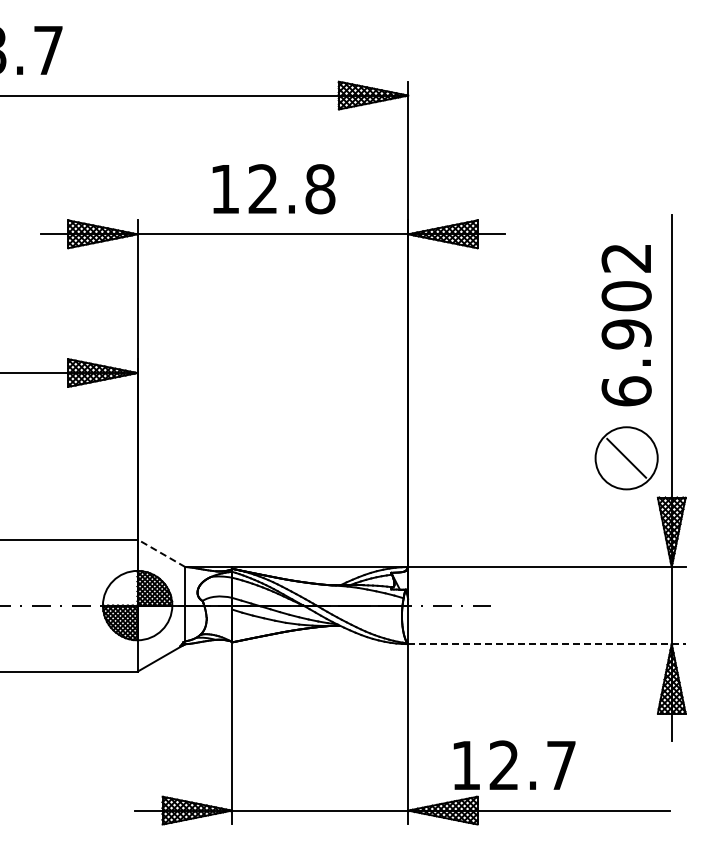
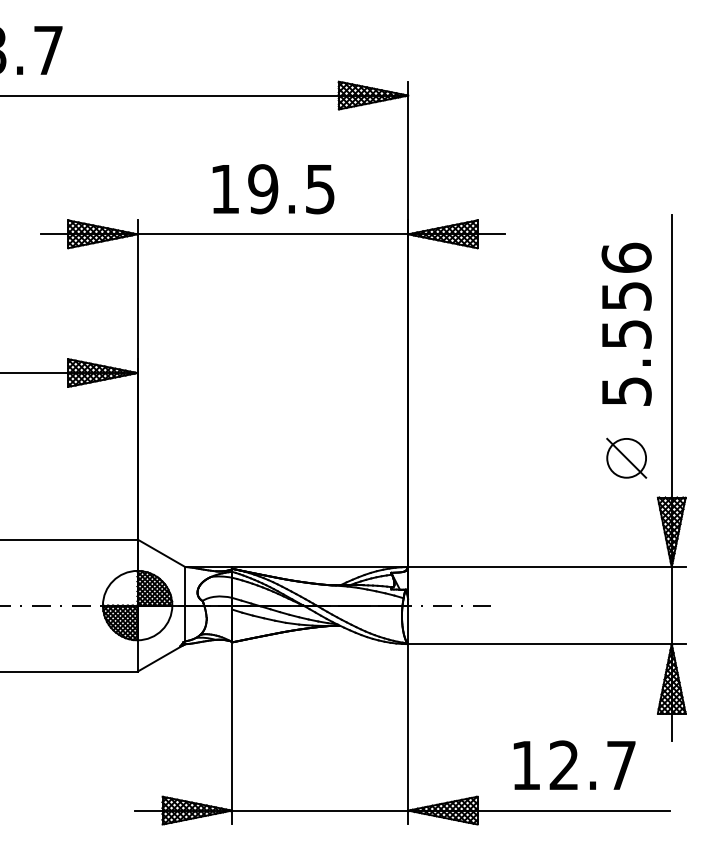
text at (291, 189): 12.8 -> 19.5
text at (626, 324): 6.902 -> 5.556
circle at (626, 458) diameter: 62 px -> 39 px
line at (161, 553): dashed -> solid
line at (546, 644): dashed -> solid
text at (514, 764) position: (514, 764) -> (574, 764)
